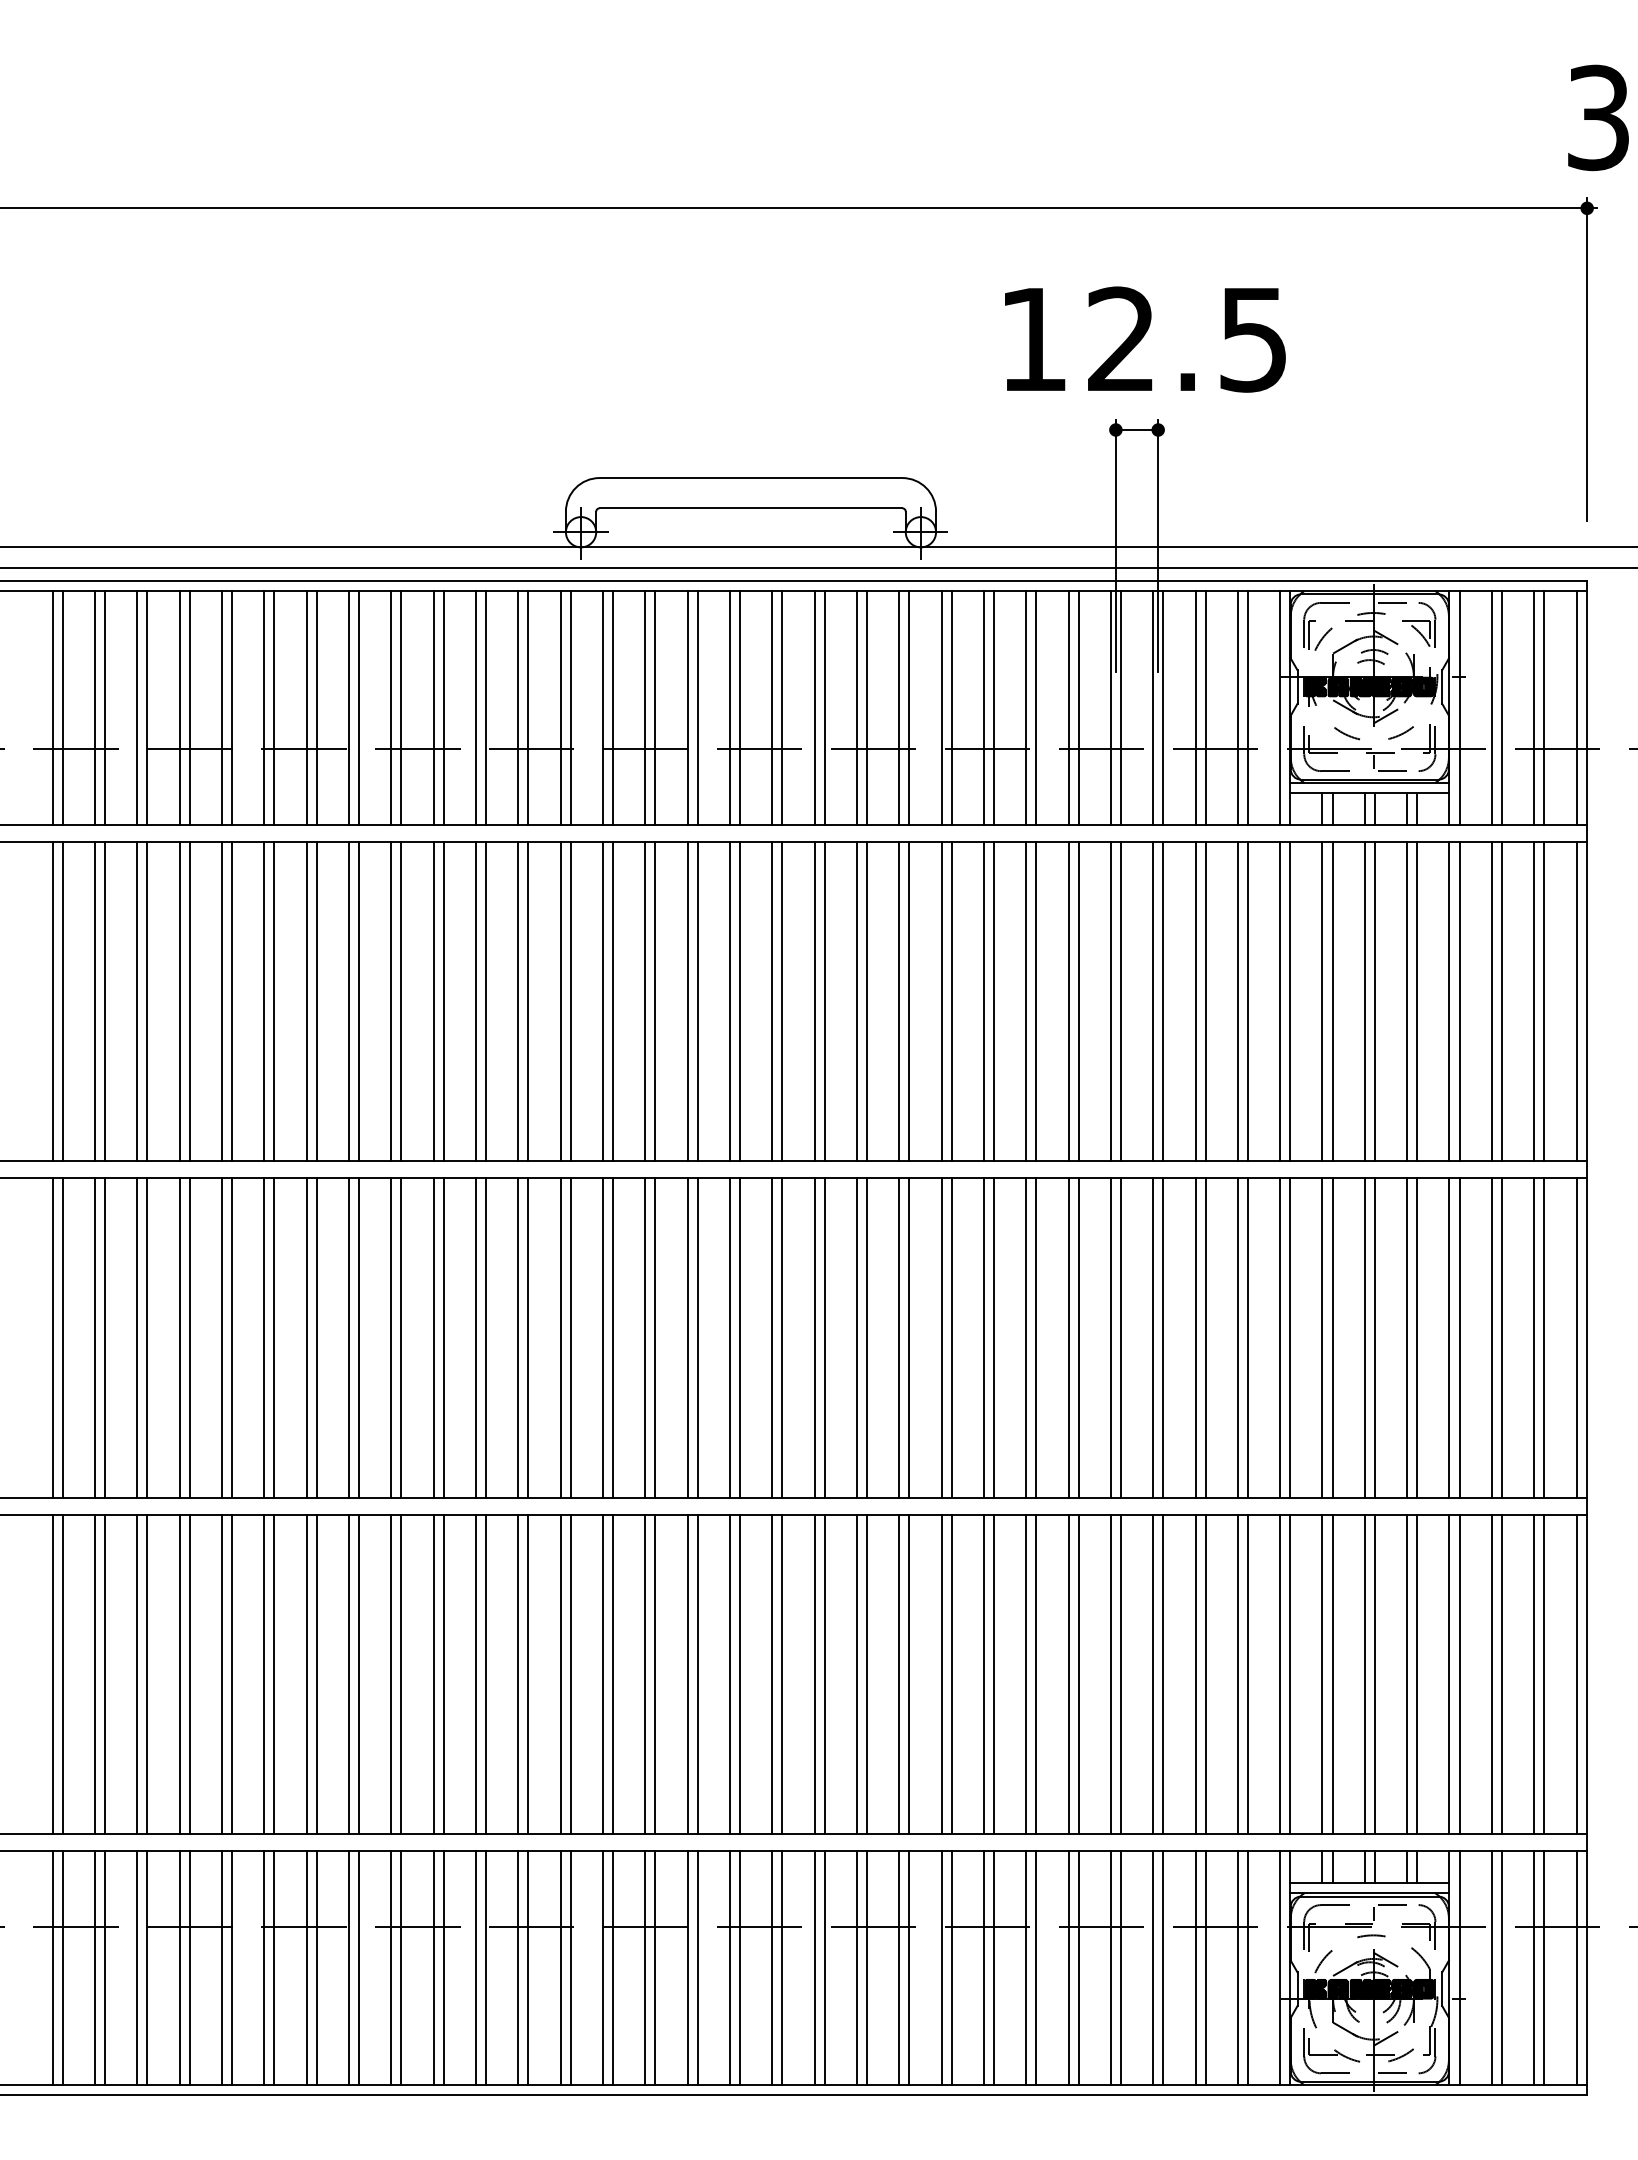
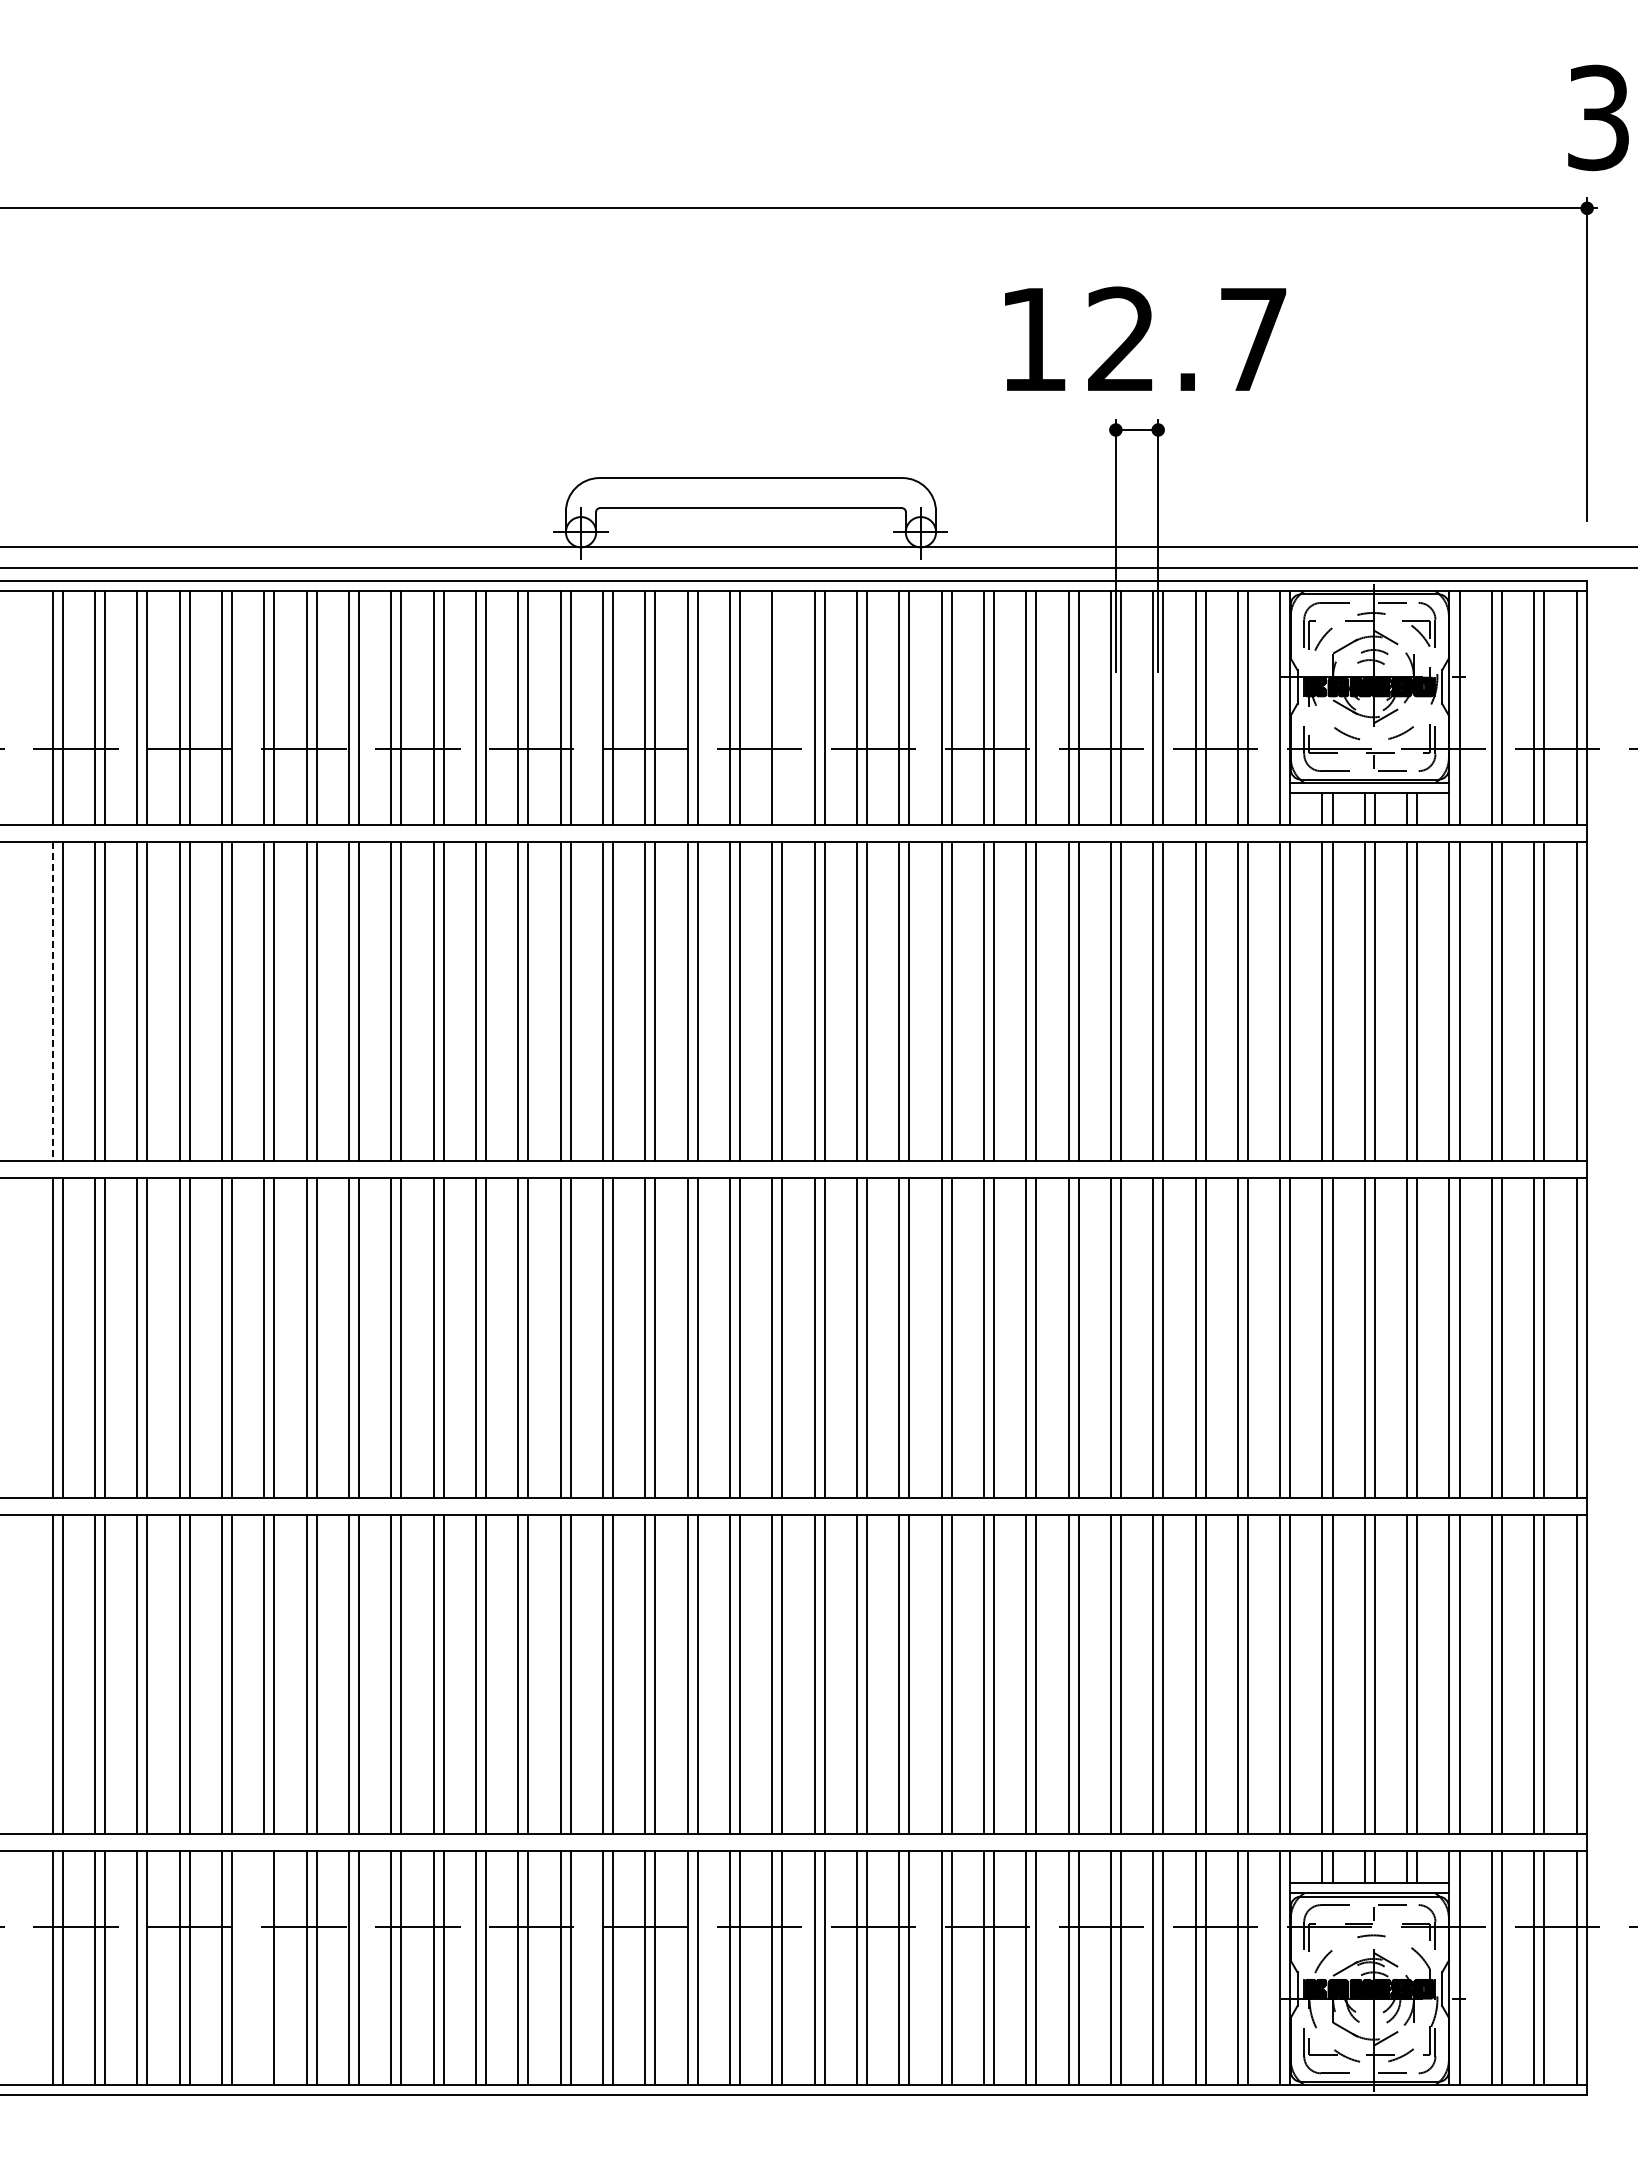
text at (1253, 340): 12.5 -> 12.7
line at (782, 707): present -> none
line at (52, 1001): solid -> dashed
line at (264, 1968): present -> none
